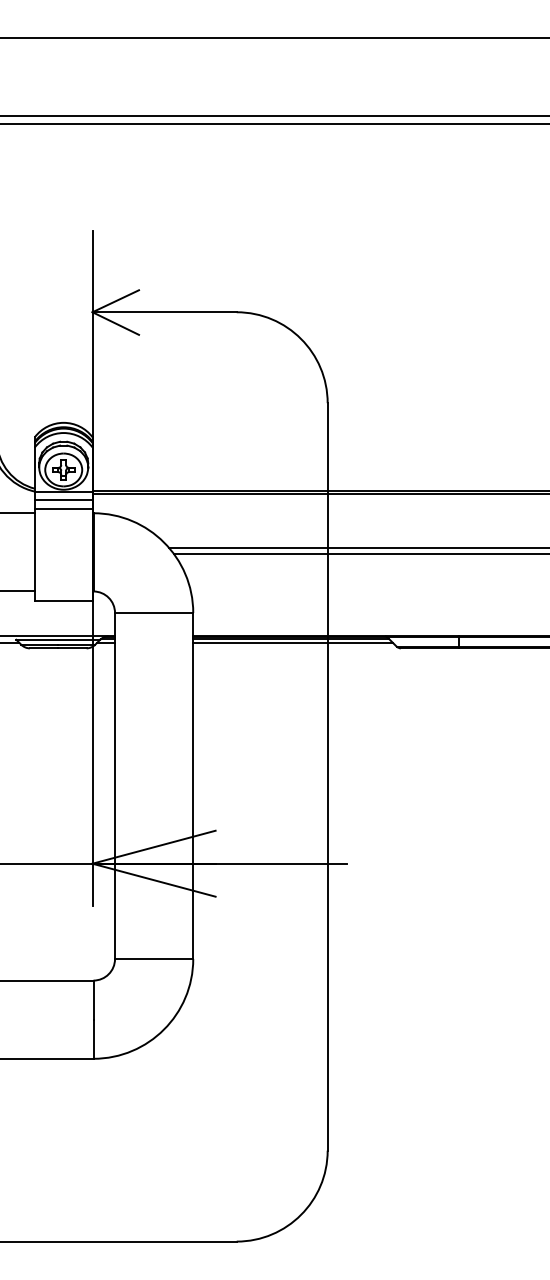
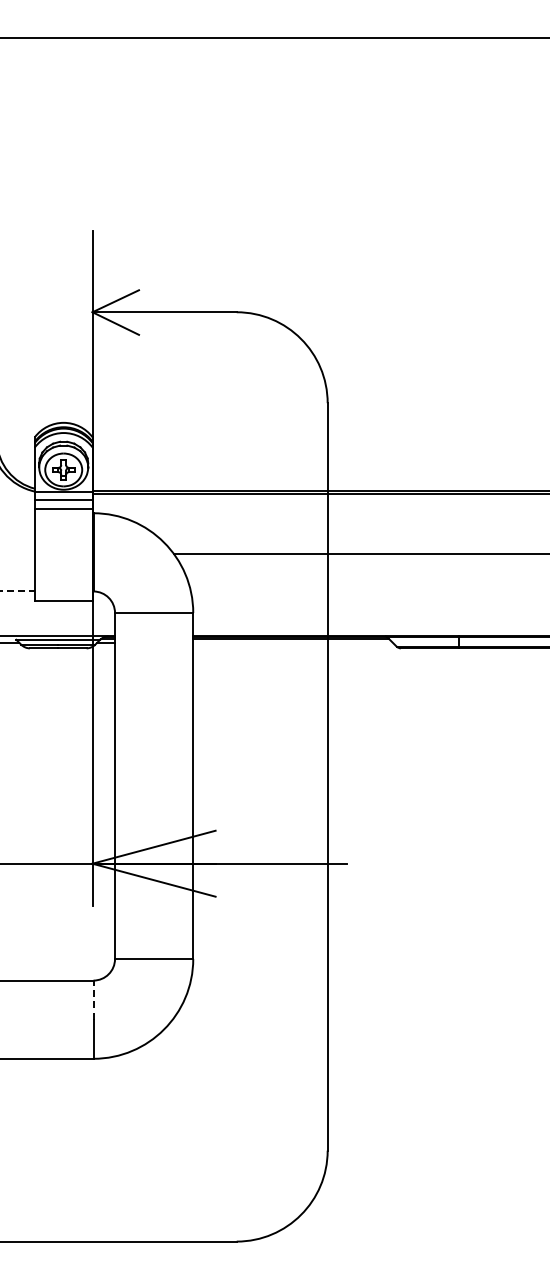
line at (274, 115): present -> none
line at (274, 123): present -> none
line at (18, 513): present -> none
line at (357, 547): present -> none
line at (17, 591): solid -> dashed
line at (292, 642): present -> none
line at (93, 1000): solid -> dashed
